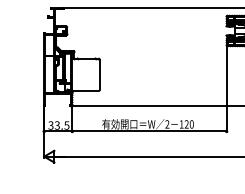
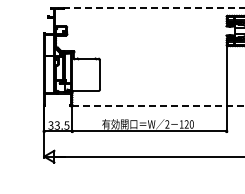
line at (154, 7): solid -> dashed
line at (159, 106): solid -> dashed
